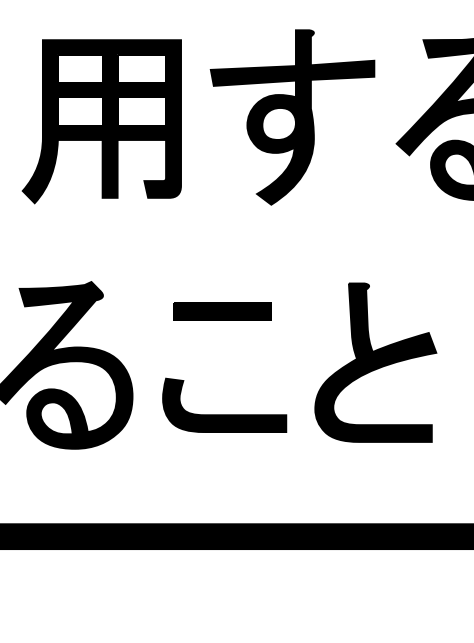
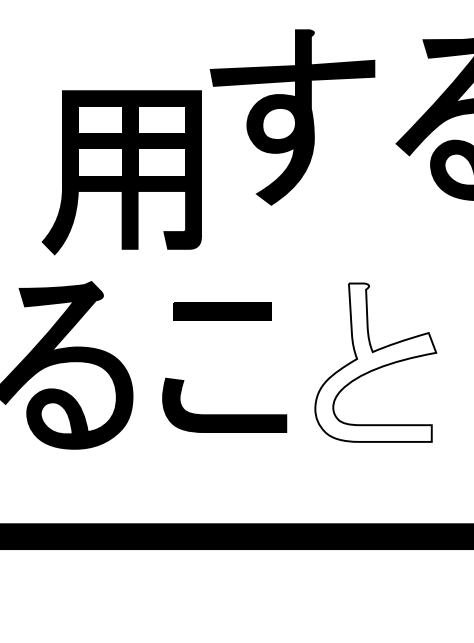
part at (101, 121) position: (101, 121) -> (121, 172)
fill at (375, 362): present -> none
